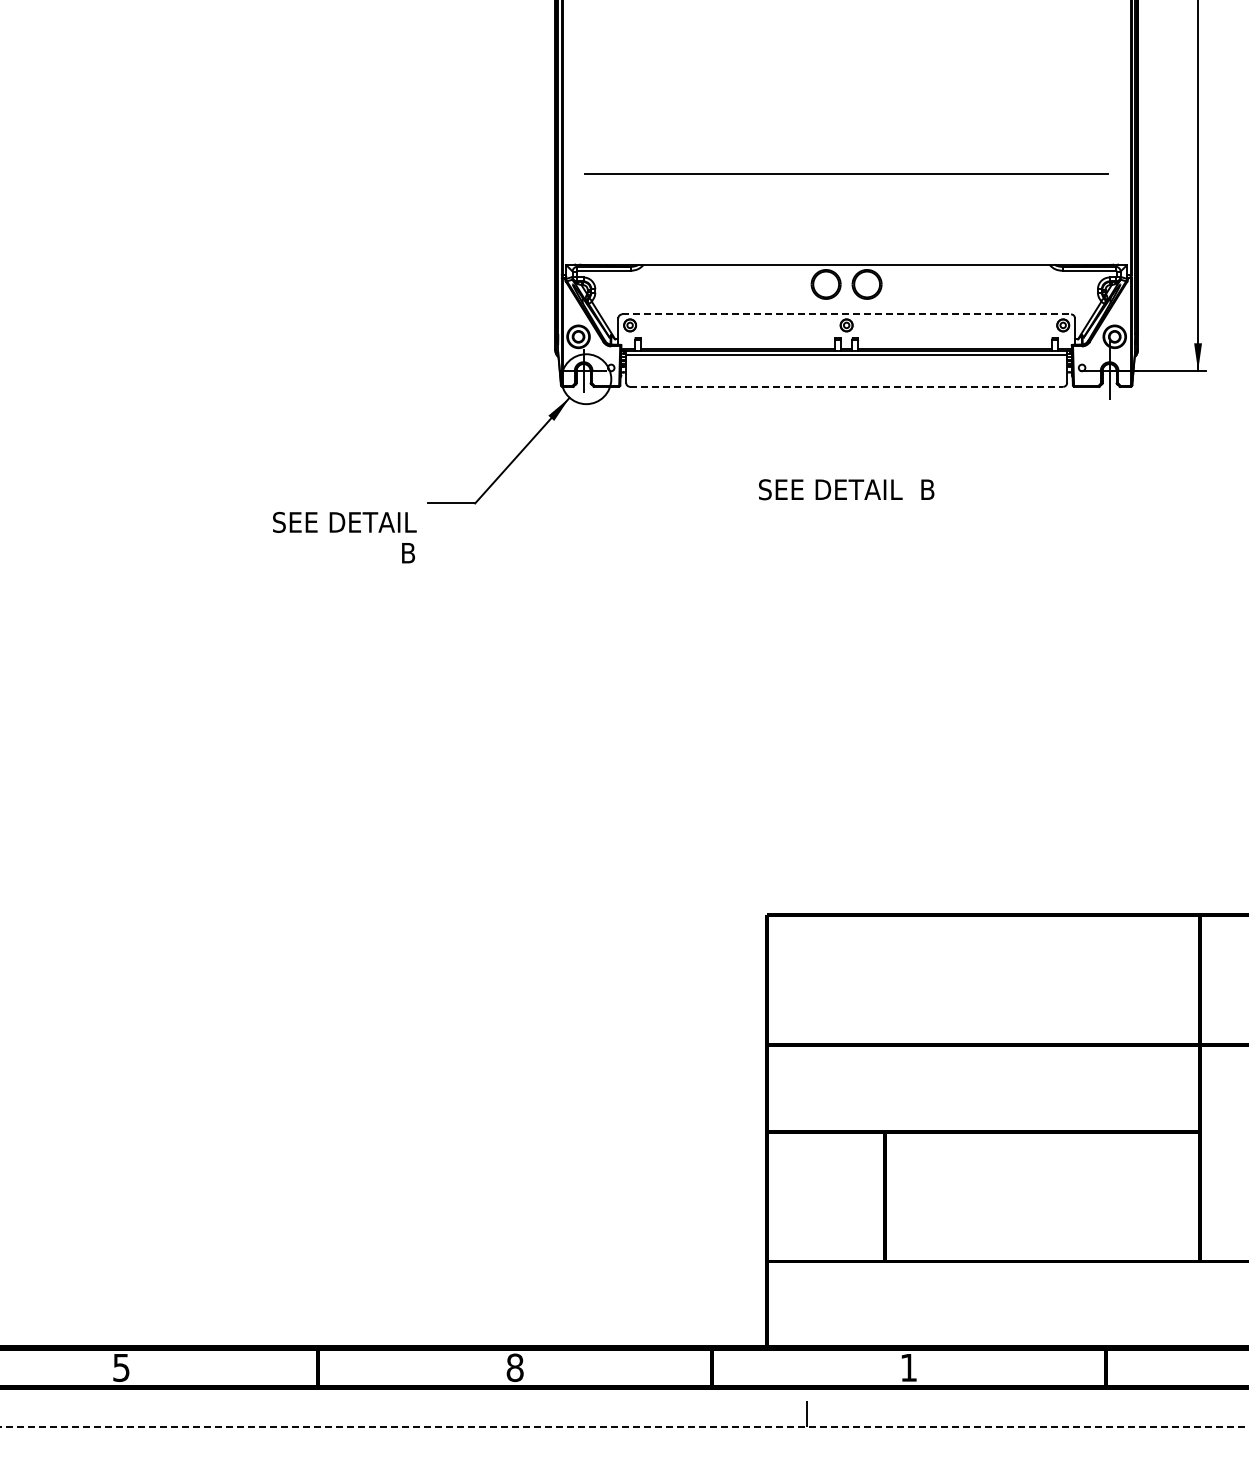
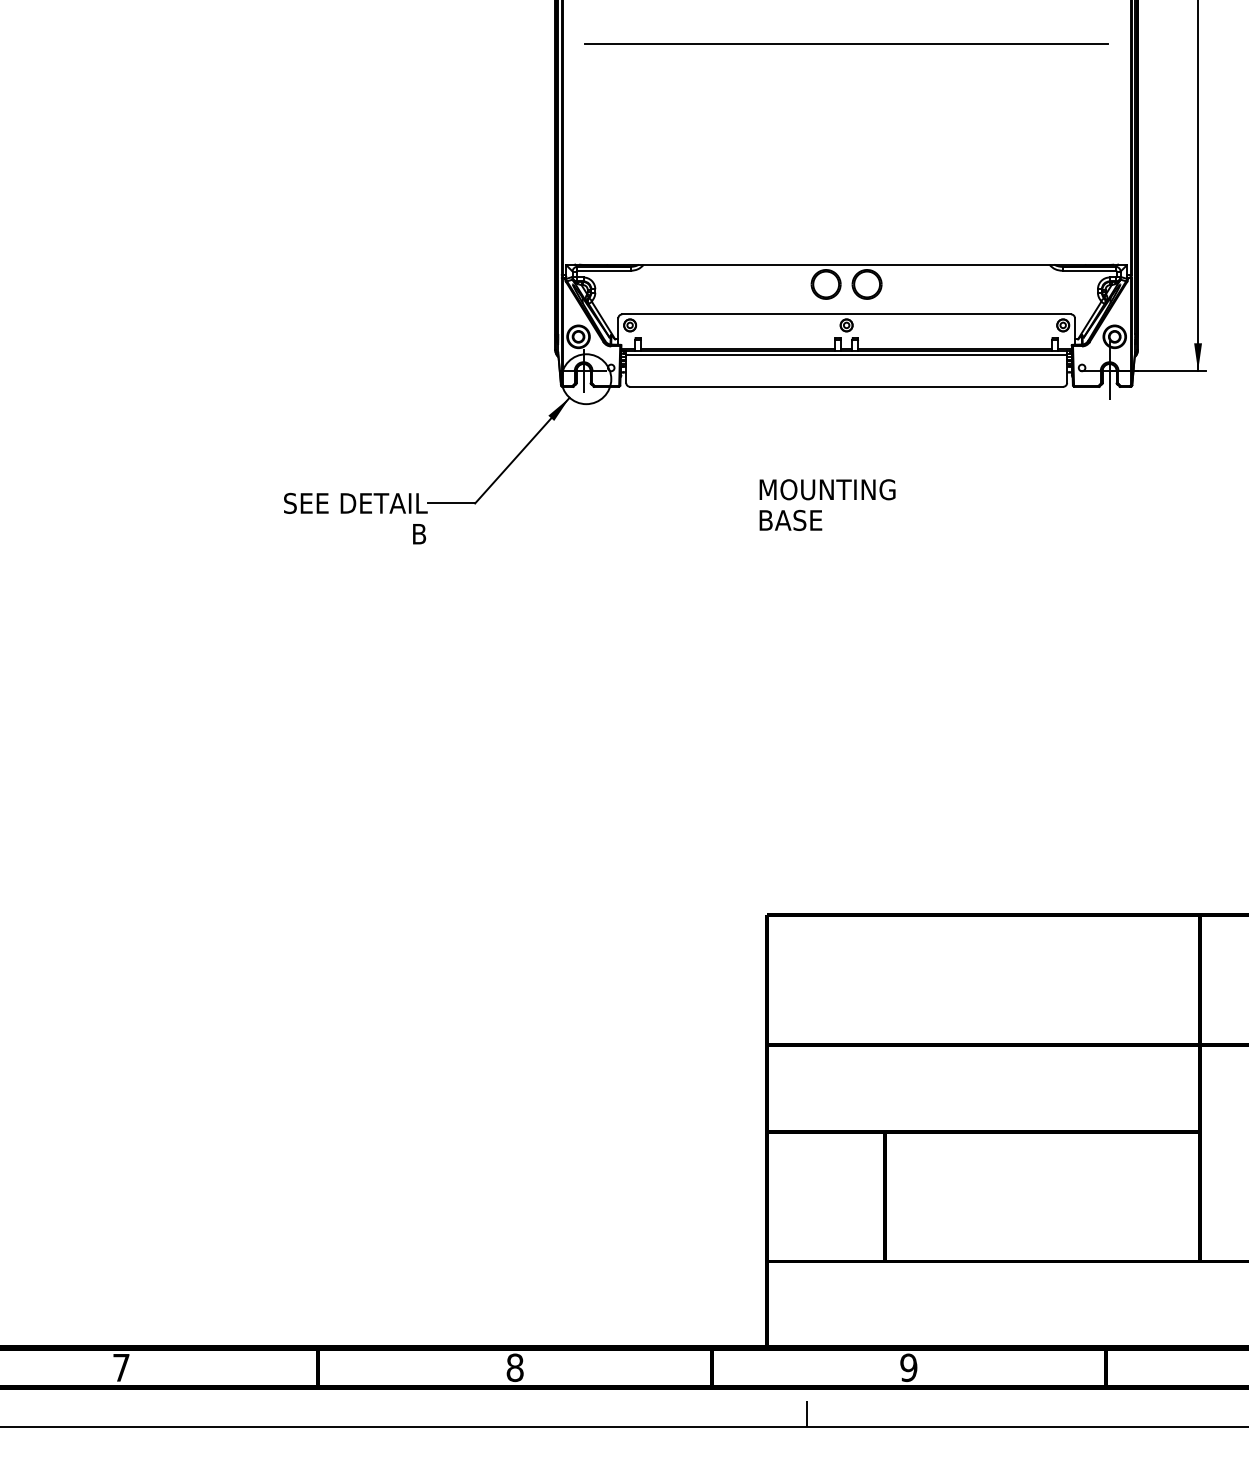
line at (846, 173) position: (846, 173) -> (846, 43)
line at (847, 314): dashed -> solid
line at (846, 386): dashed -> solid
text at (846, 504): SEE DETAIL  B -> MOUNTING  BASE
text at (344, 537) position: (344, 537) -> (355, 518)
text at (908, 1367): 1 -> 9
text at (121, 1368): 5 -> 7
line at (624, 1426): dashed -> solid
